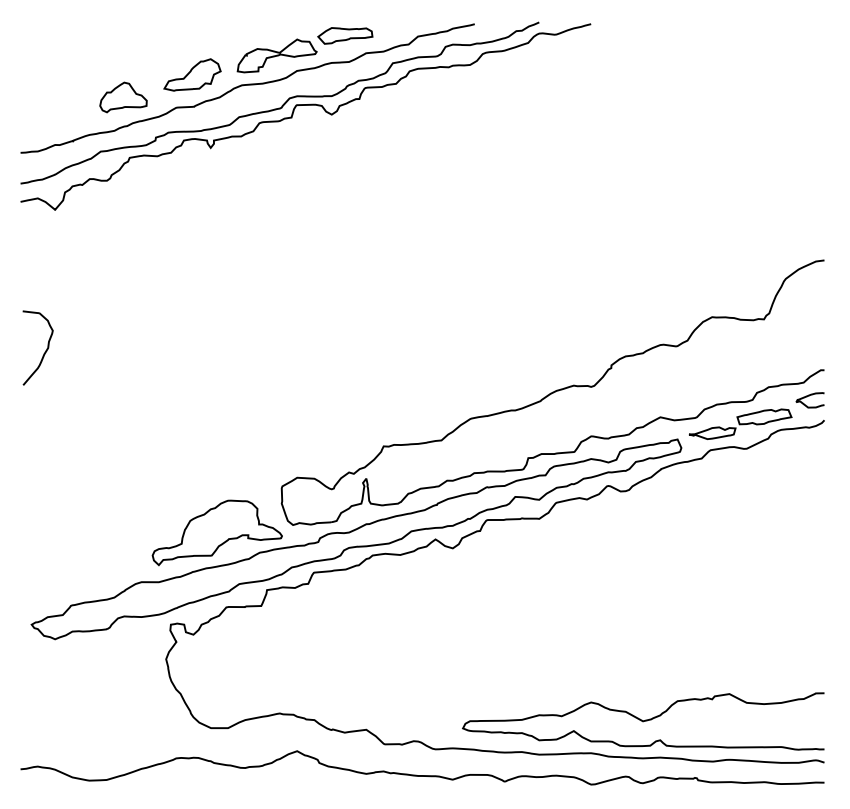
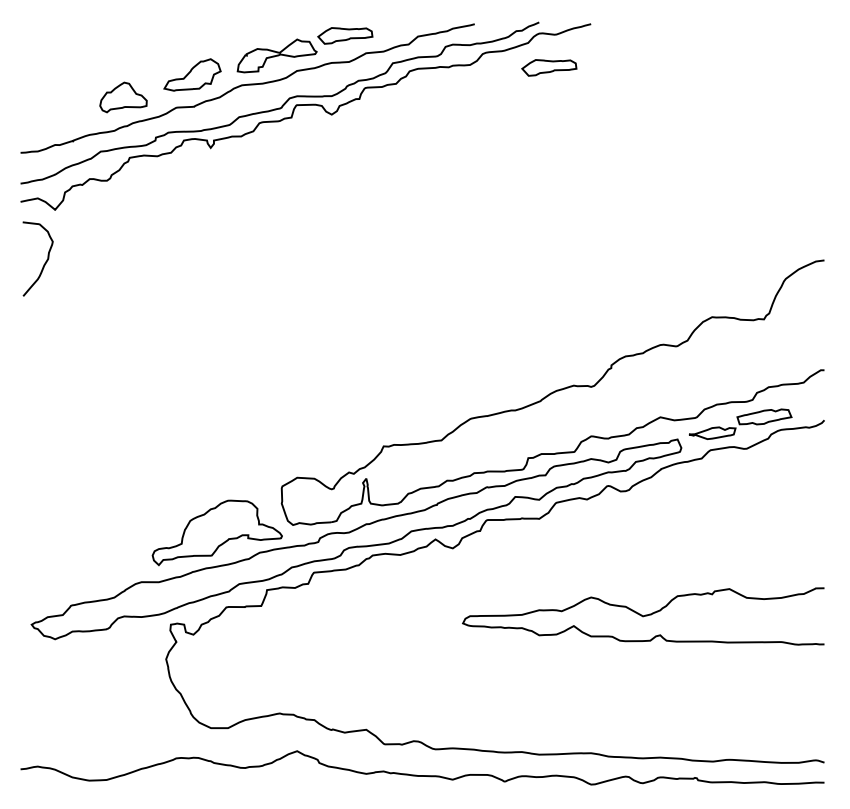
part at (549, 67): none -> present
curve at (43, 353) position: (43, 353) -> (43, 264)
curve at (807, 397): present -> none
curve at (643, 721) position: (643, 721) -> (643, 616)
